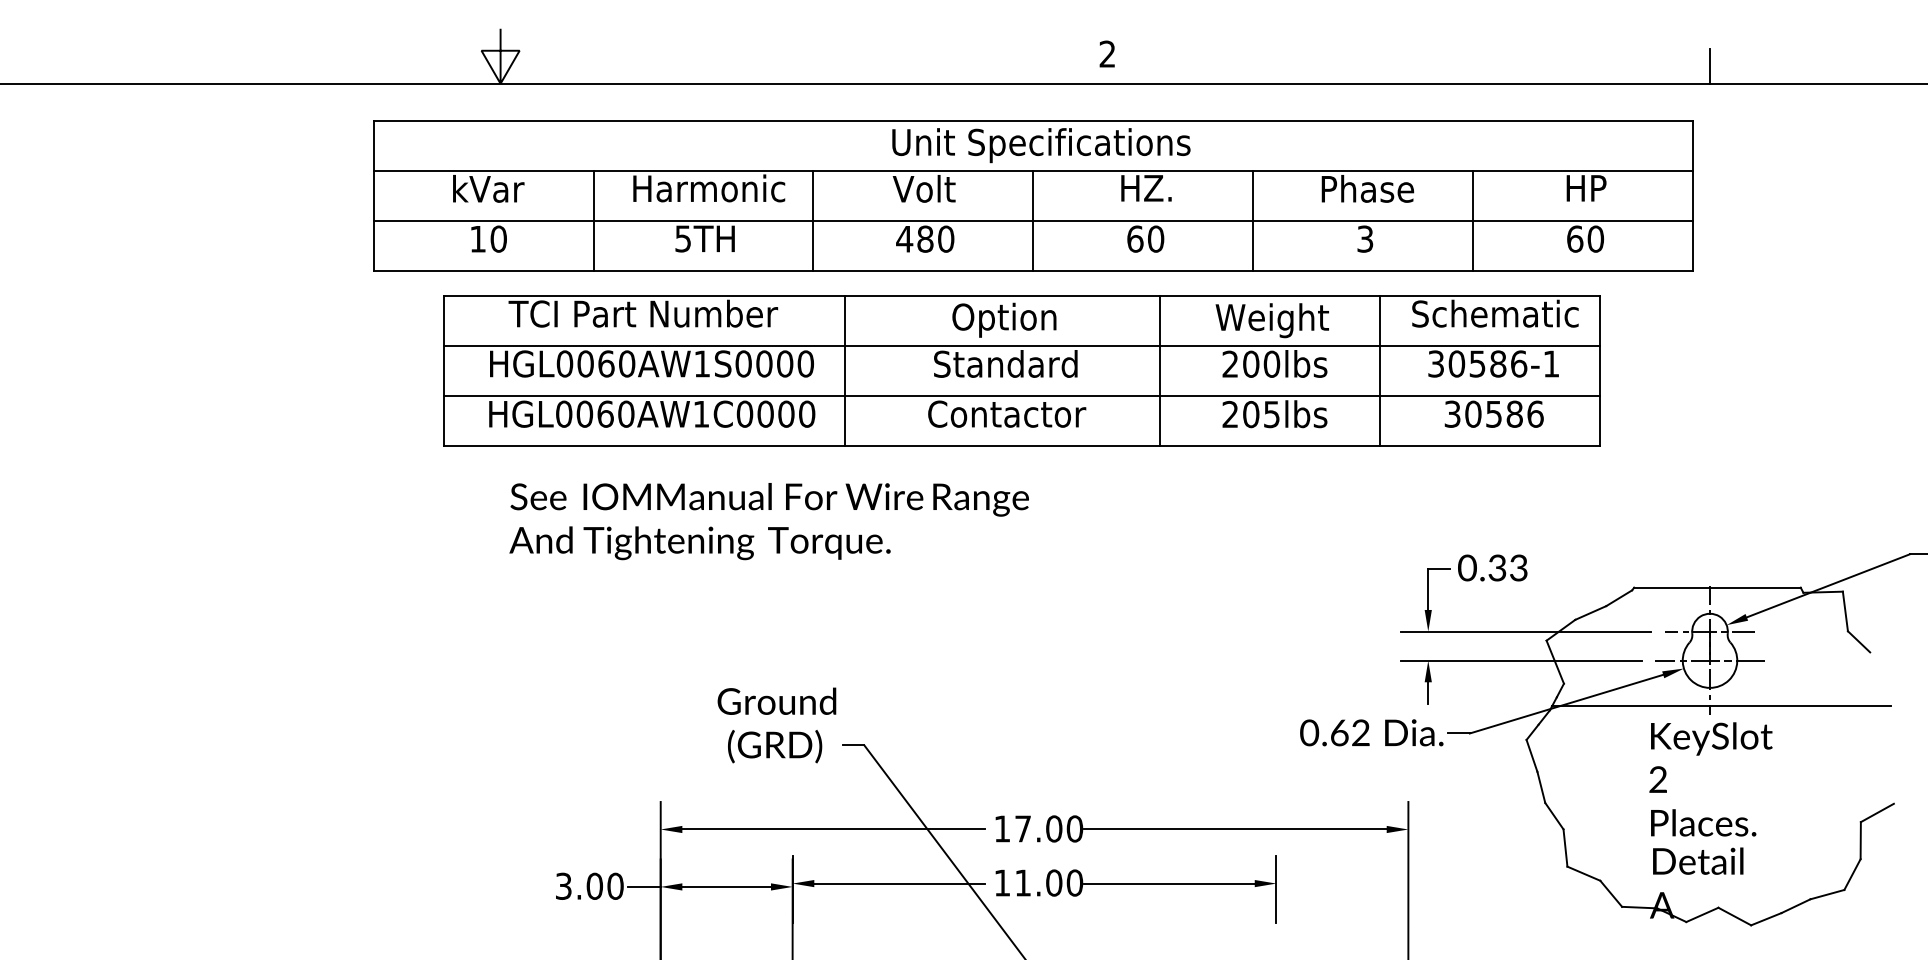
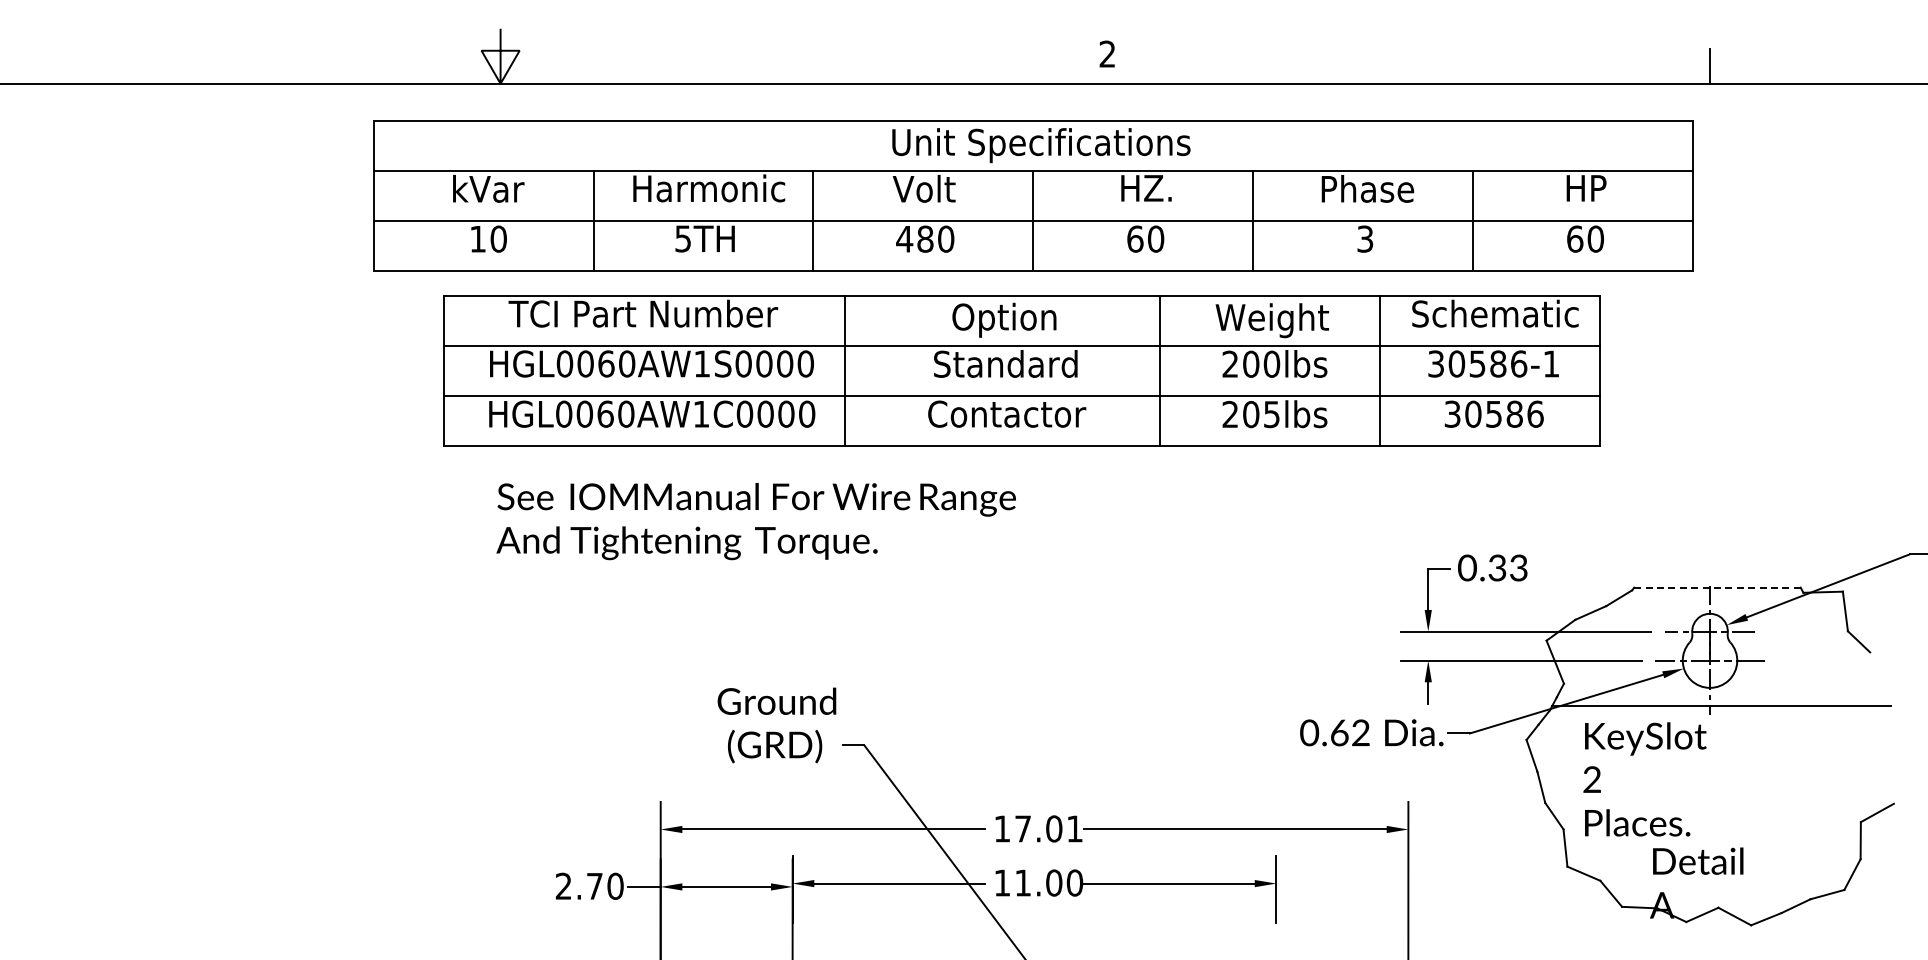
text at (768, 521) position: (768, 521) -> (755, 521)
line at (1716, 587): solid -> dashed
text at (1710, 779) position: (1710, 779) -> (1644, 779)
text at (1074, 828): 17.00 -> 17.01
text at (579, 885): 3.00 -> 2.70
